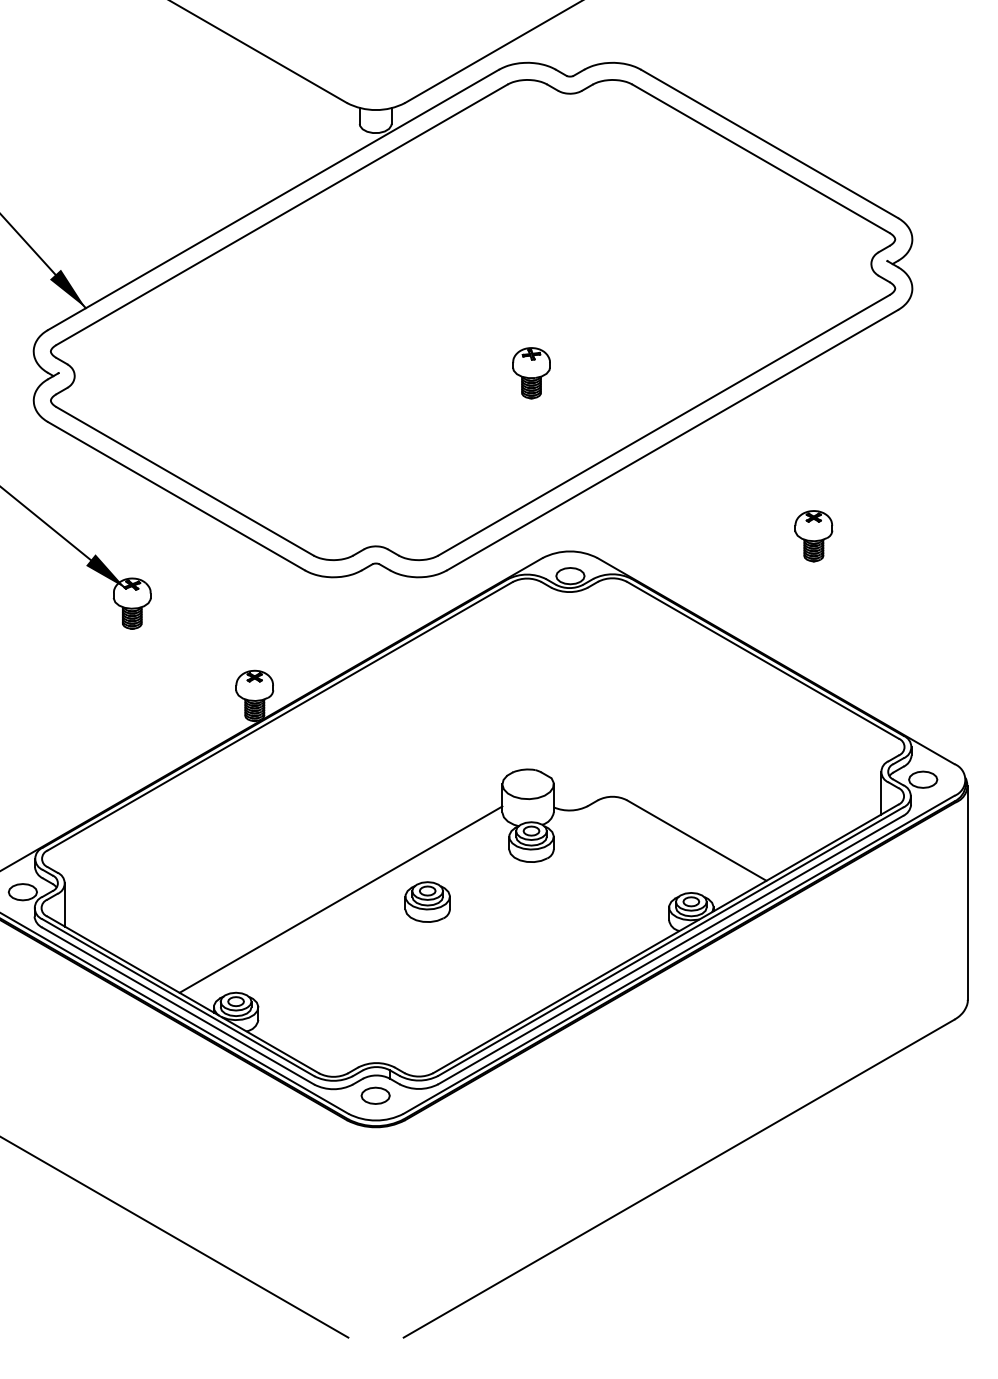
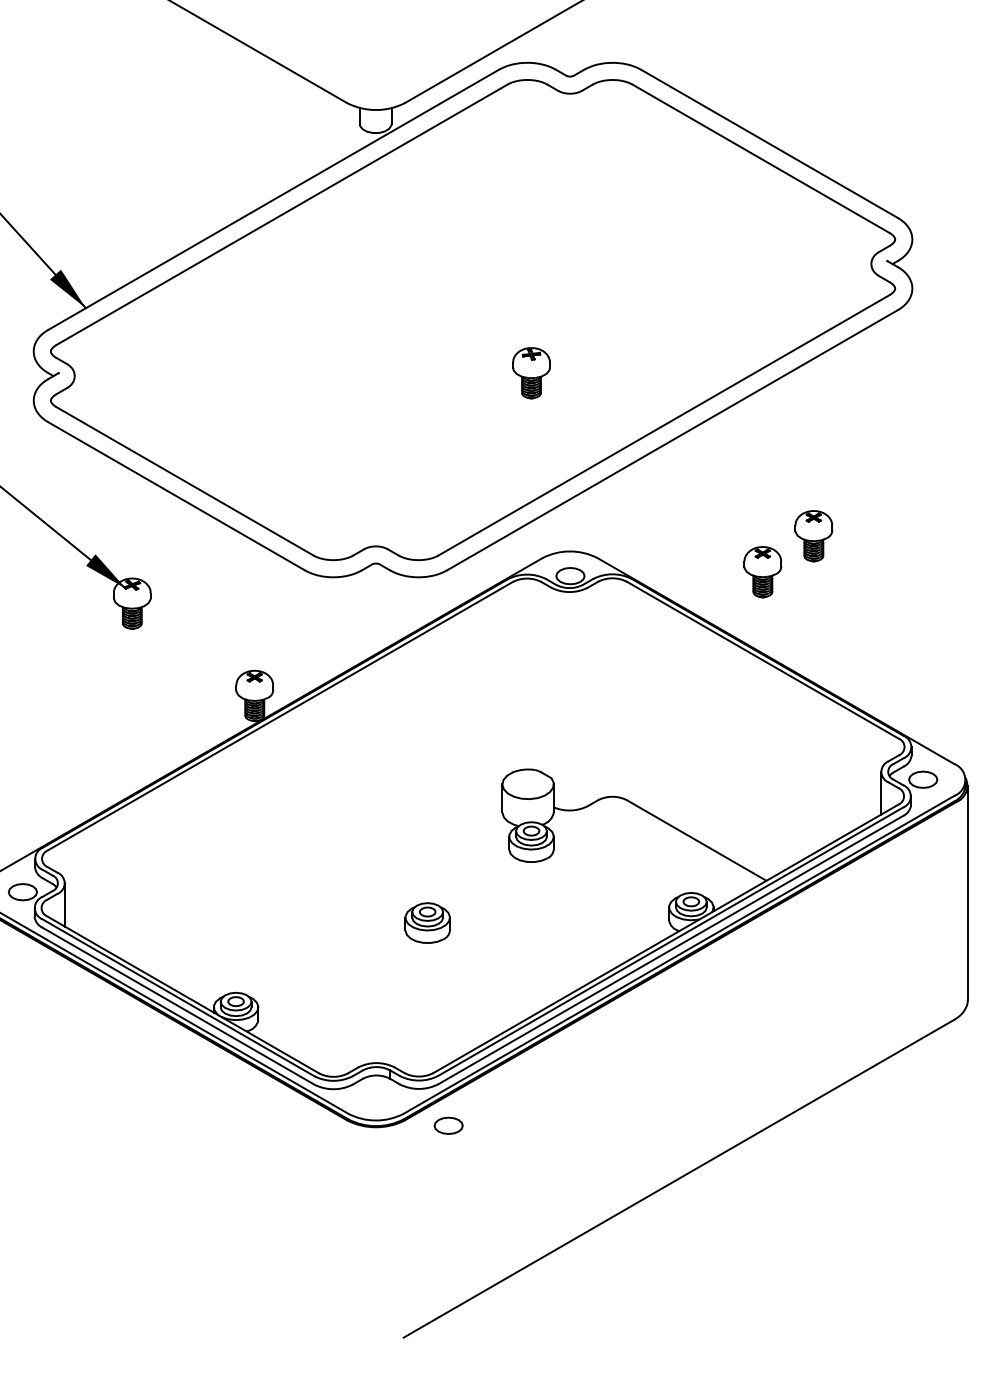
part at (762, 572): none -> present
line at (340, 899): present -> none
part at (427, 901) position: (427, 901) -> (427, 922)
part at (375, 1095) position: (375, 1095) -> (448, 1125)
line at (175, 1237): present -> none
